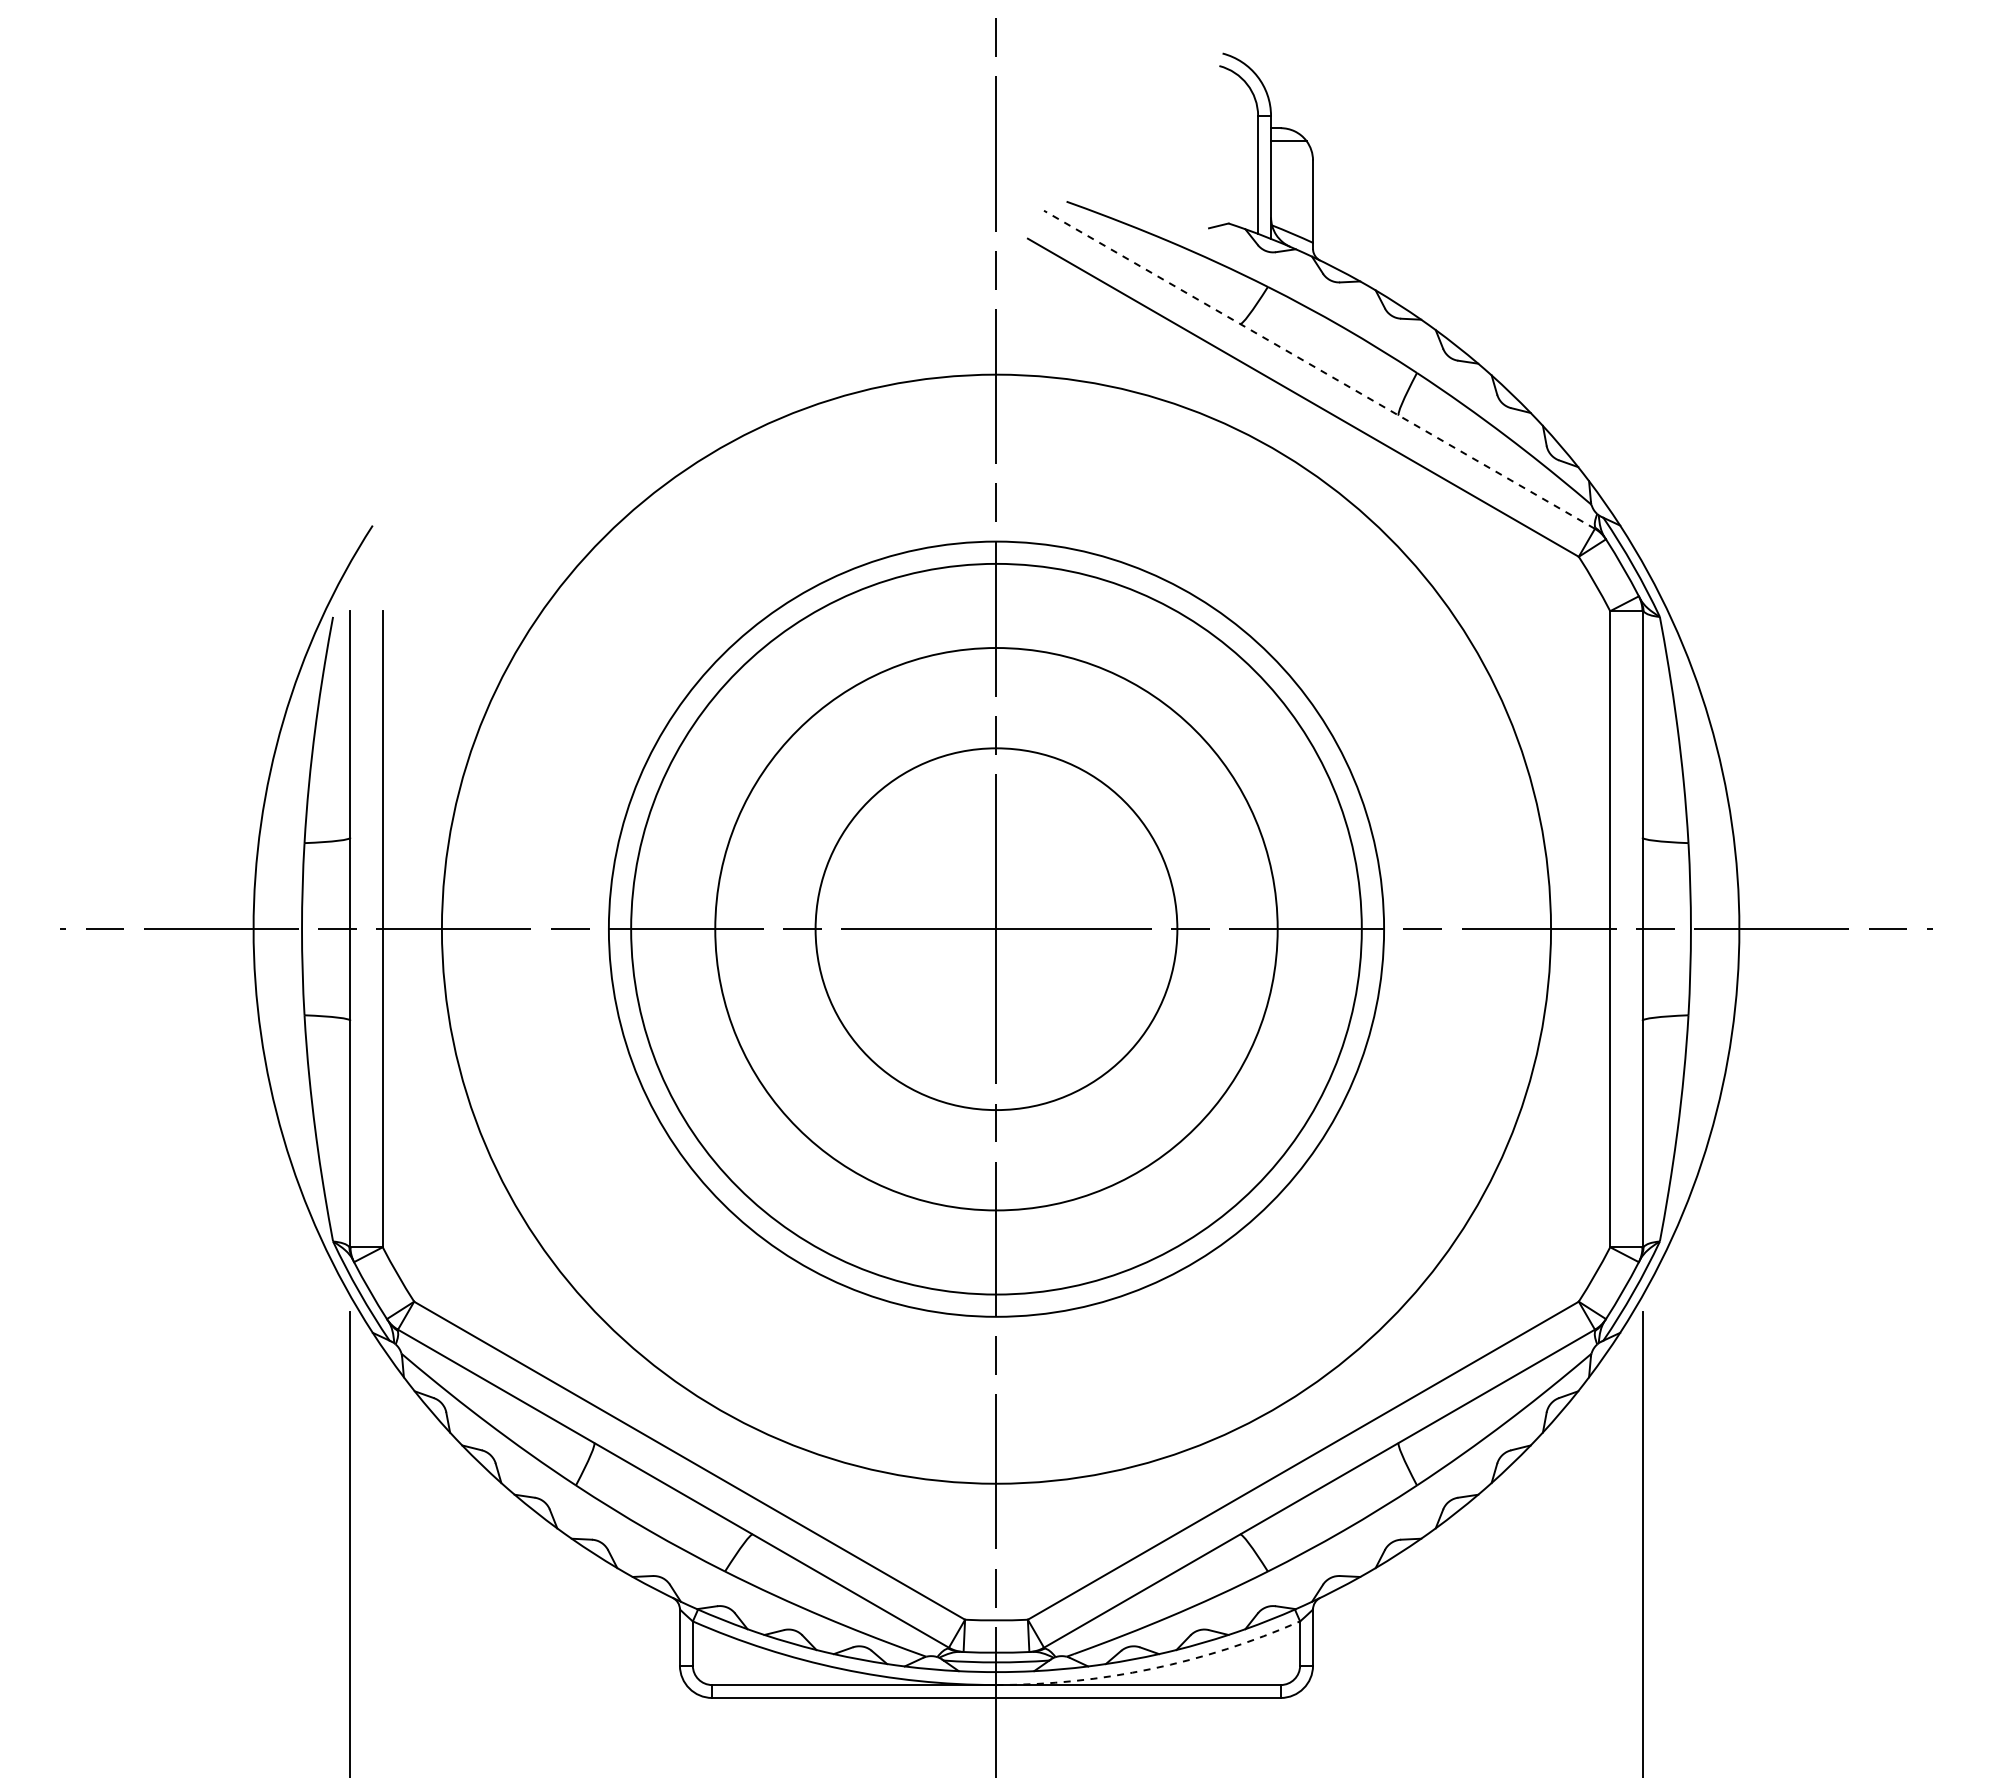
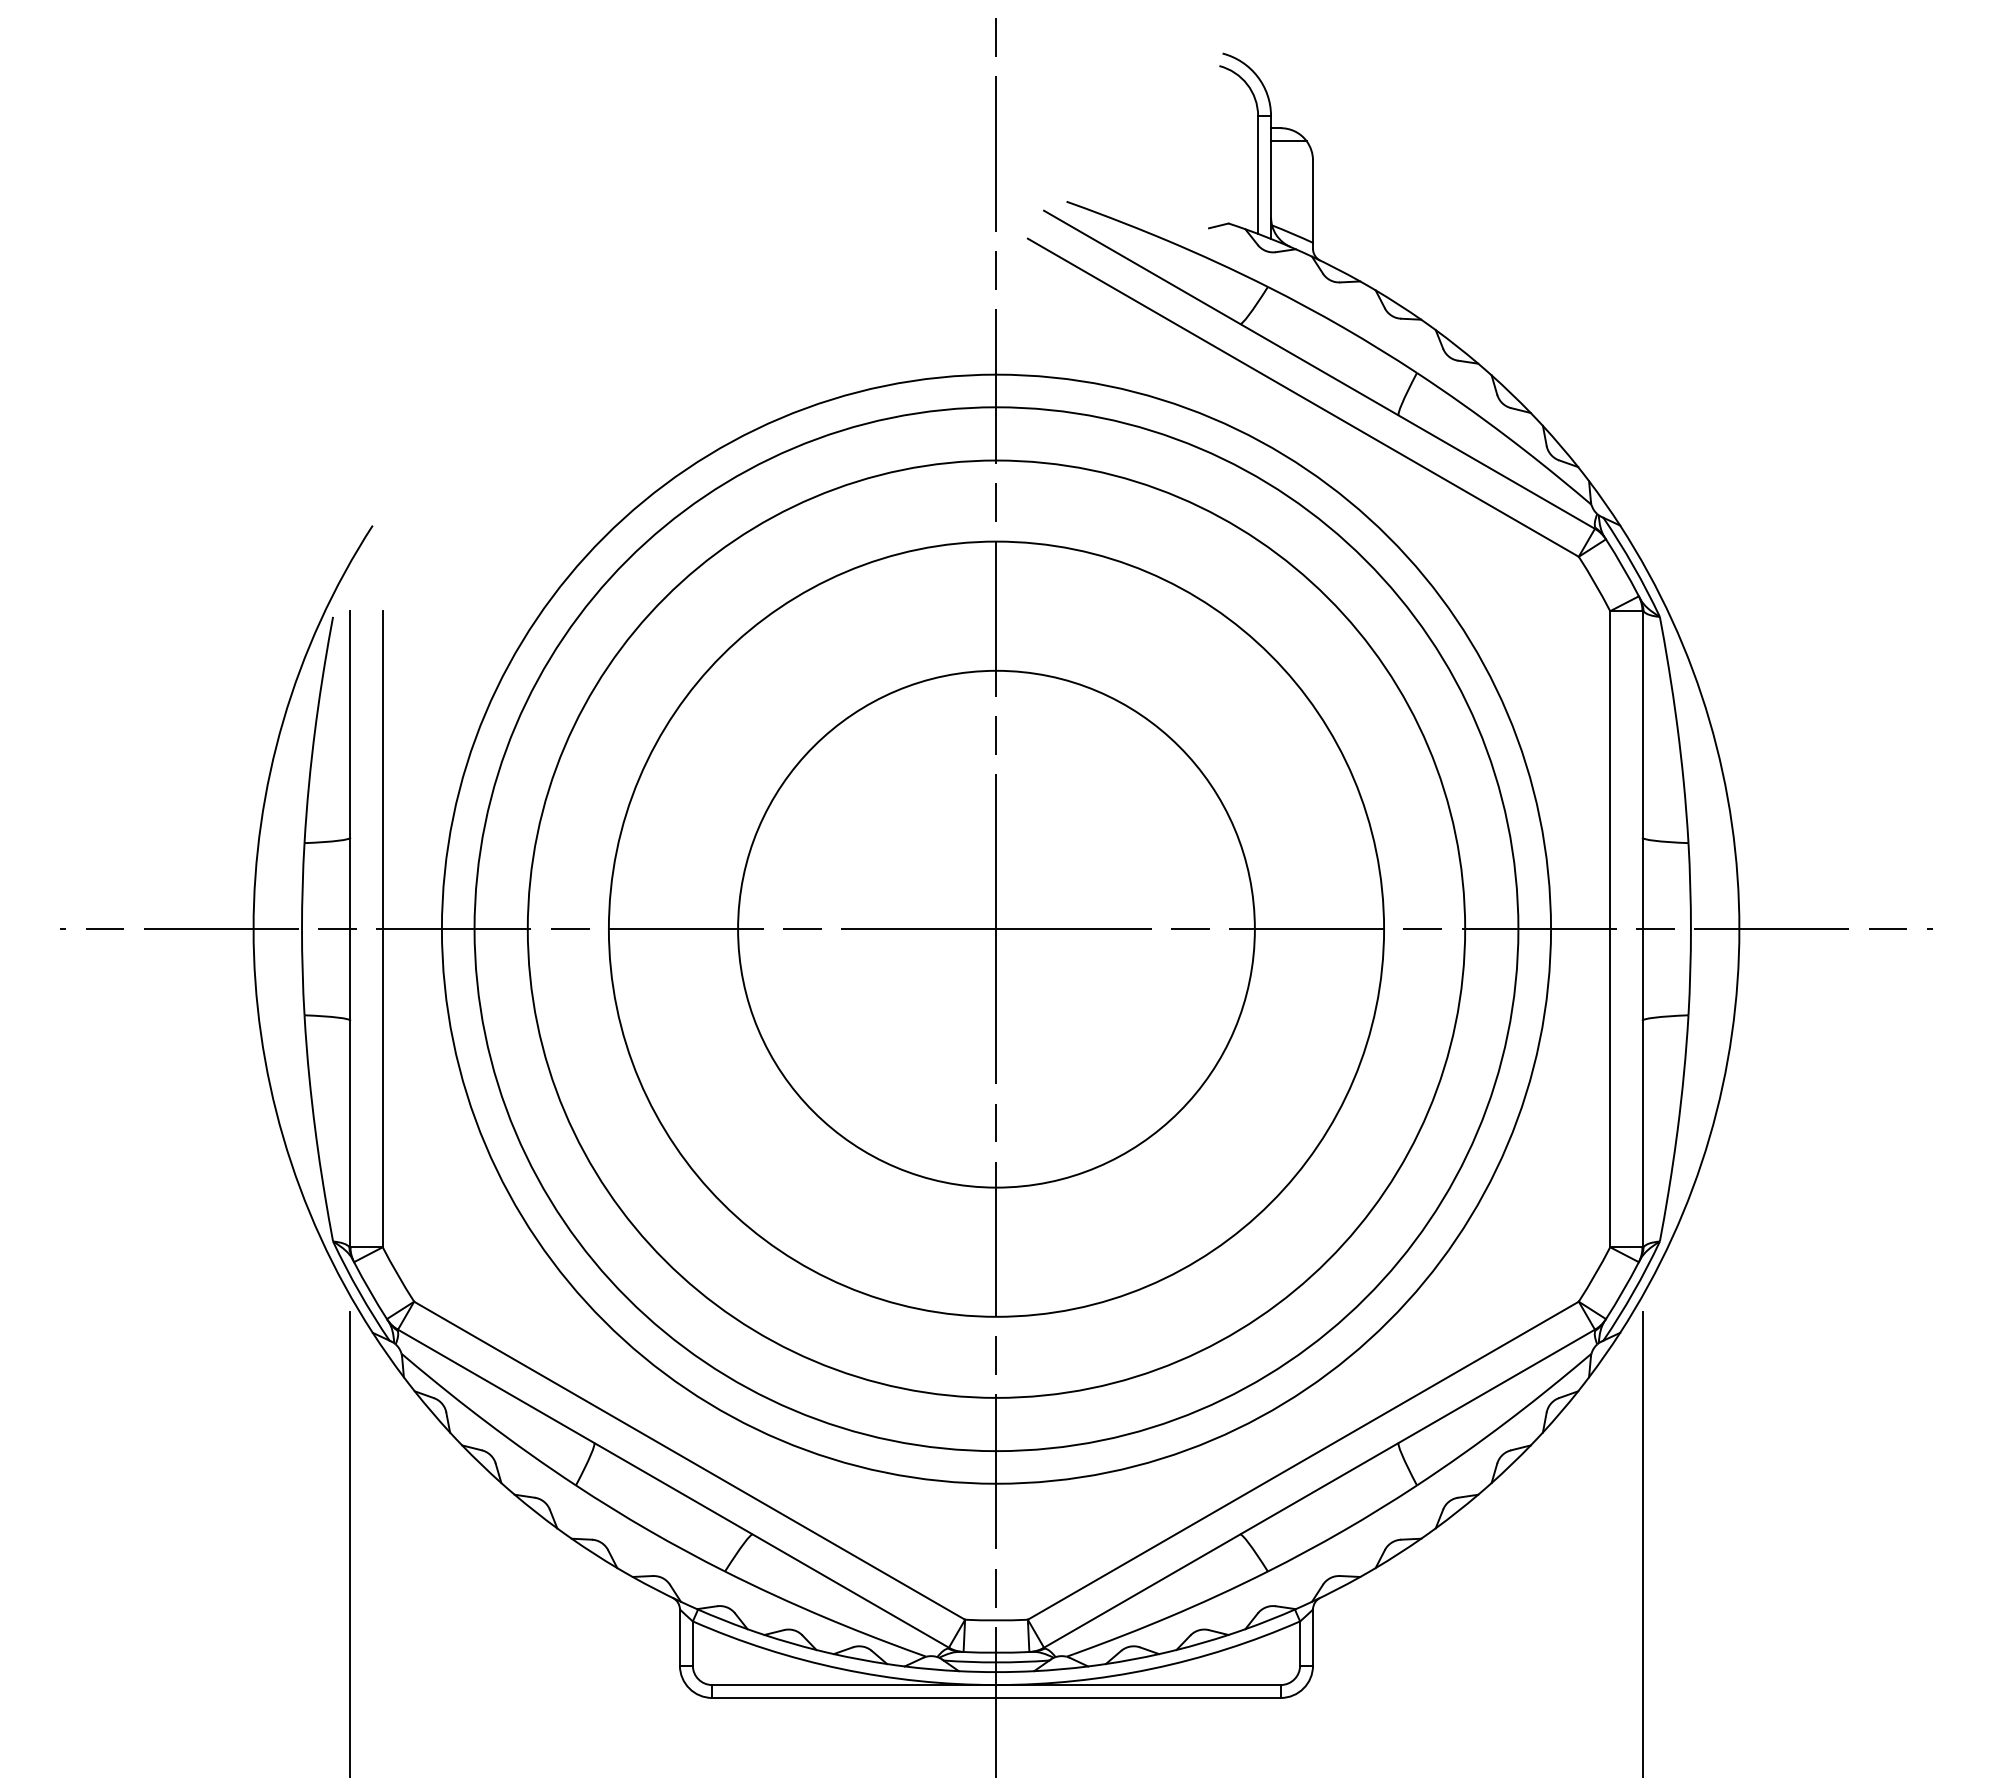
line at (1319, 369): dashed -> solid
circle at (996, 928) diameter: 731 px -> 1044 px
circle at (996, 929) diameter: 362 px -> 517 px
circle at (996, 929) diameter: 562 px -> 937 px
arc at (1151, 1668): dashed -> solid
